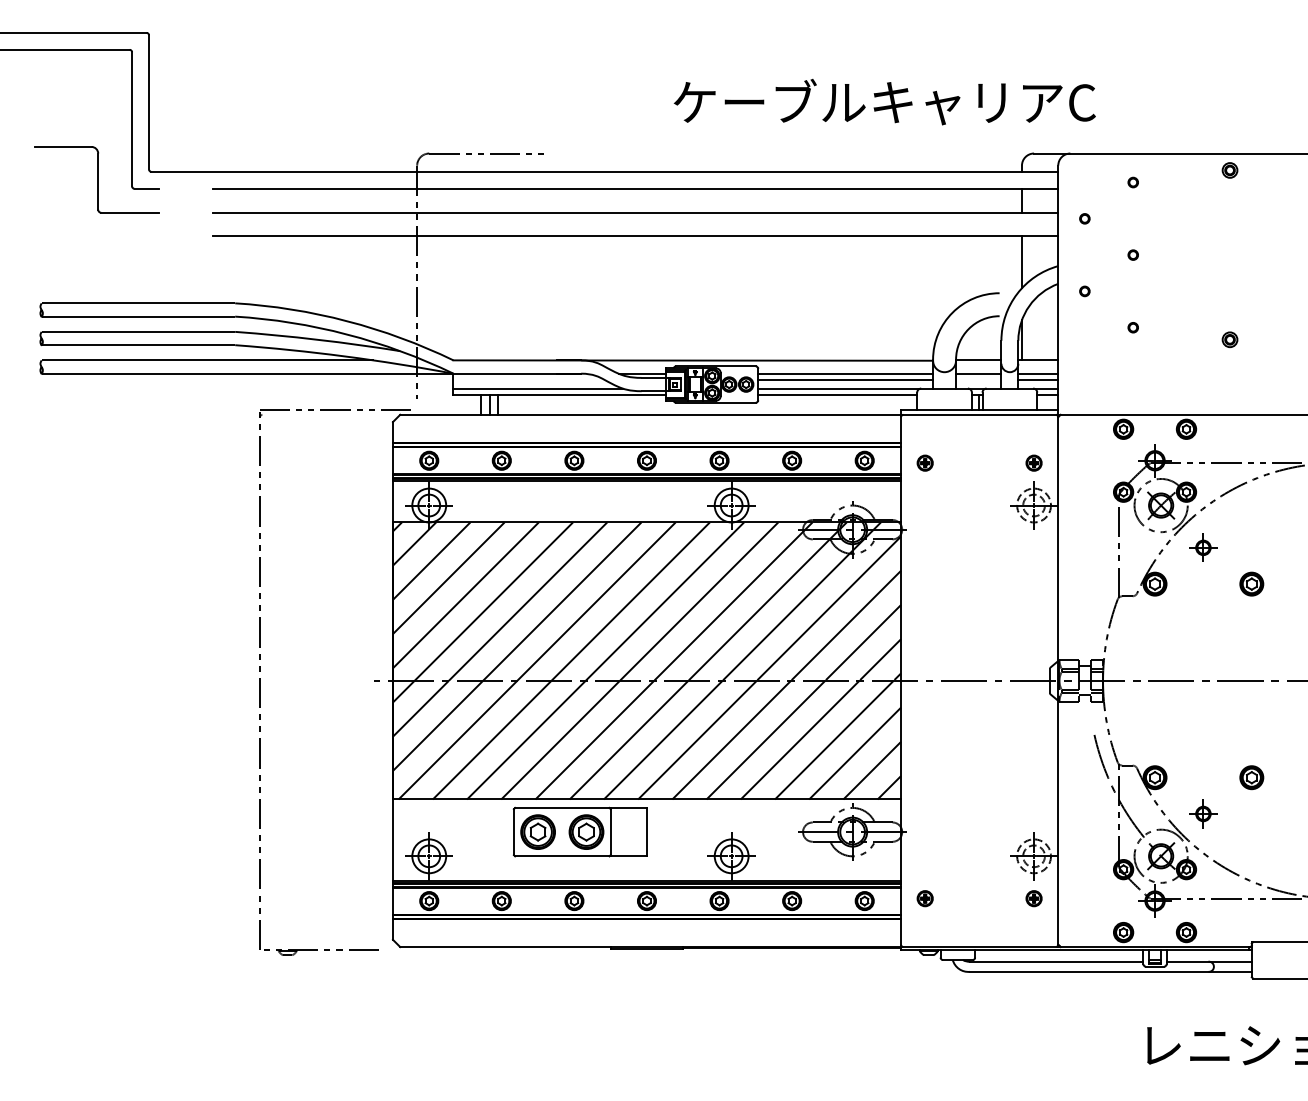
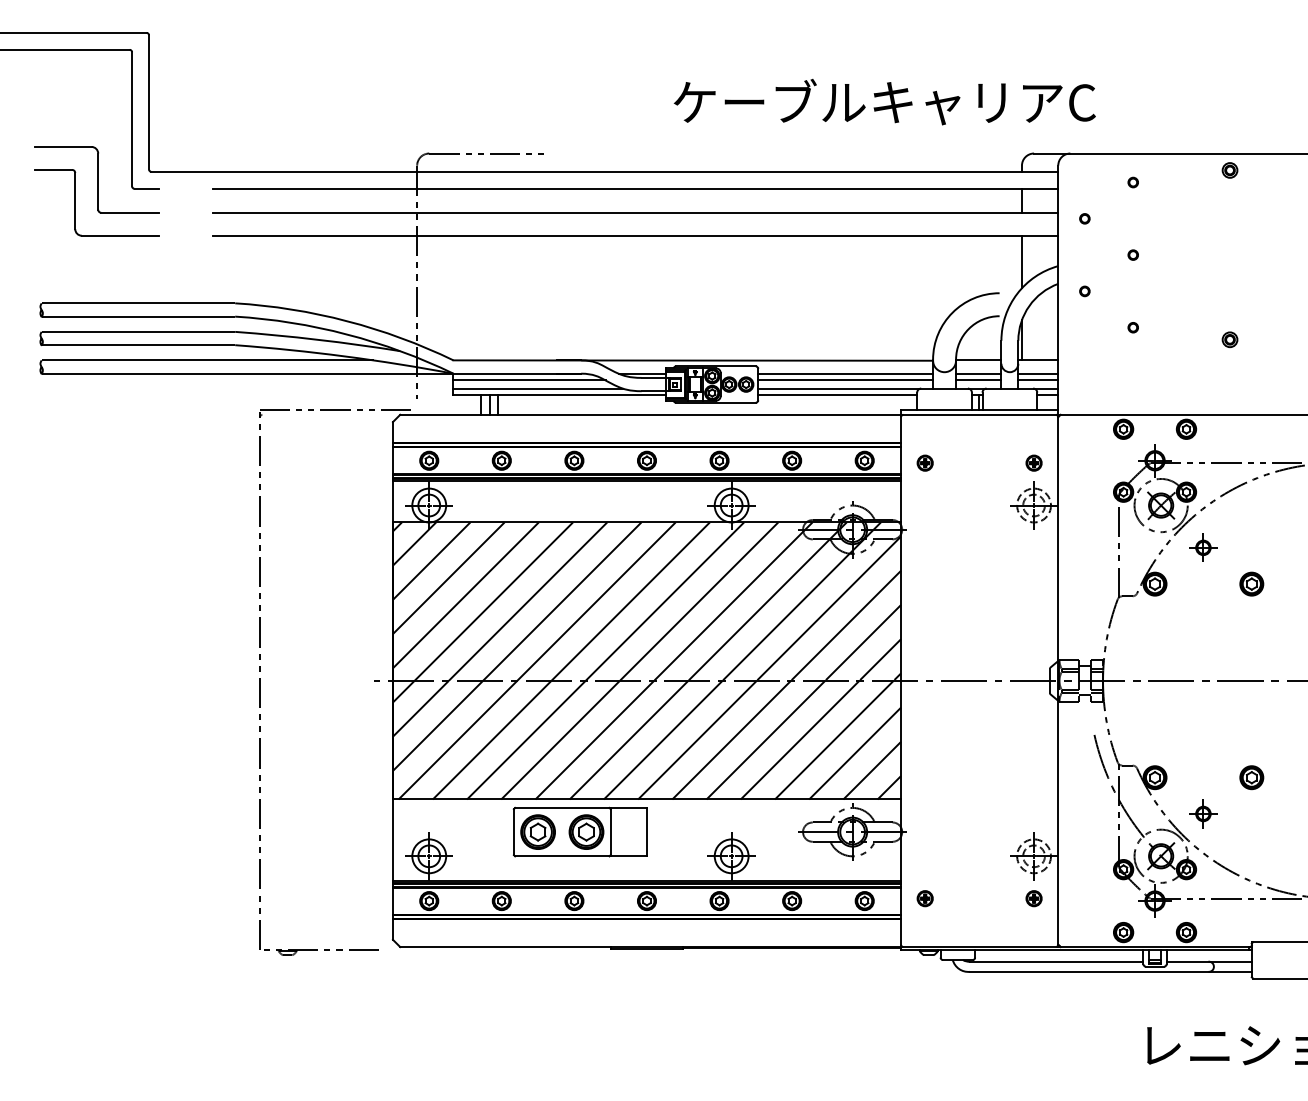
part at (75, 202): none -> present
line at (529, 380): none -> present
line at (978, 380): none -> present
